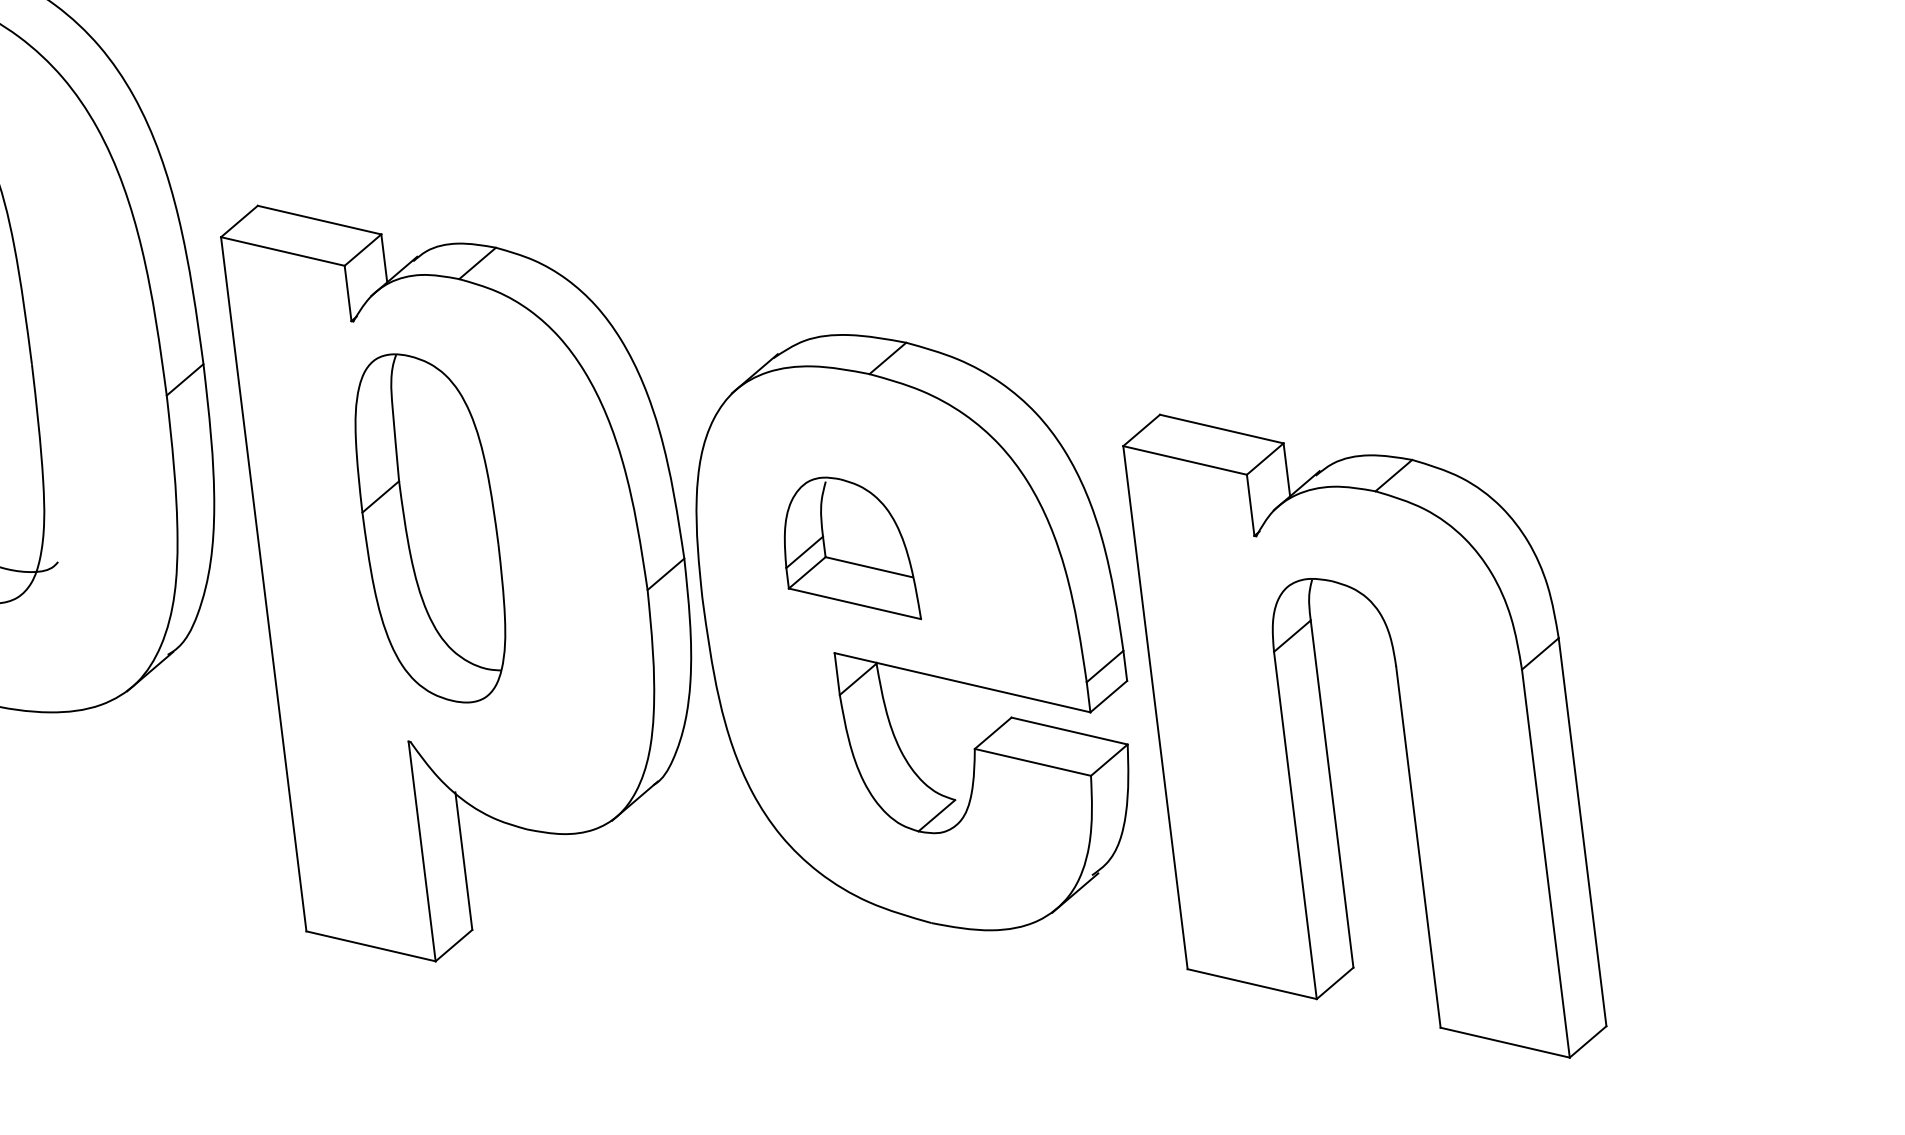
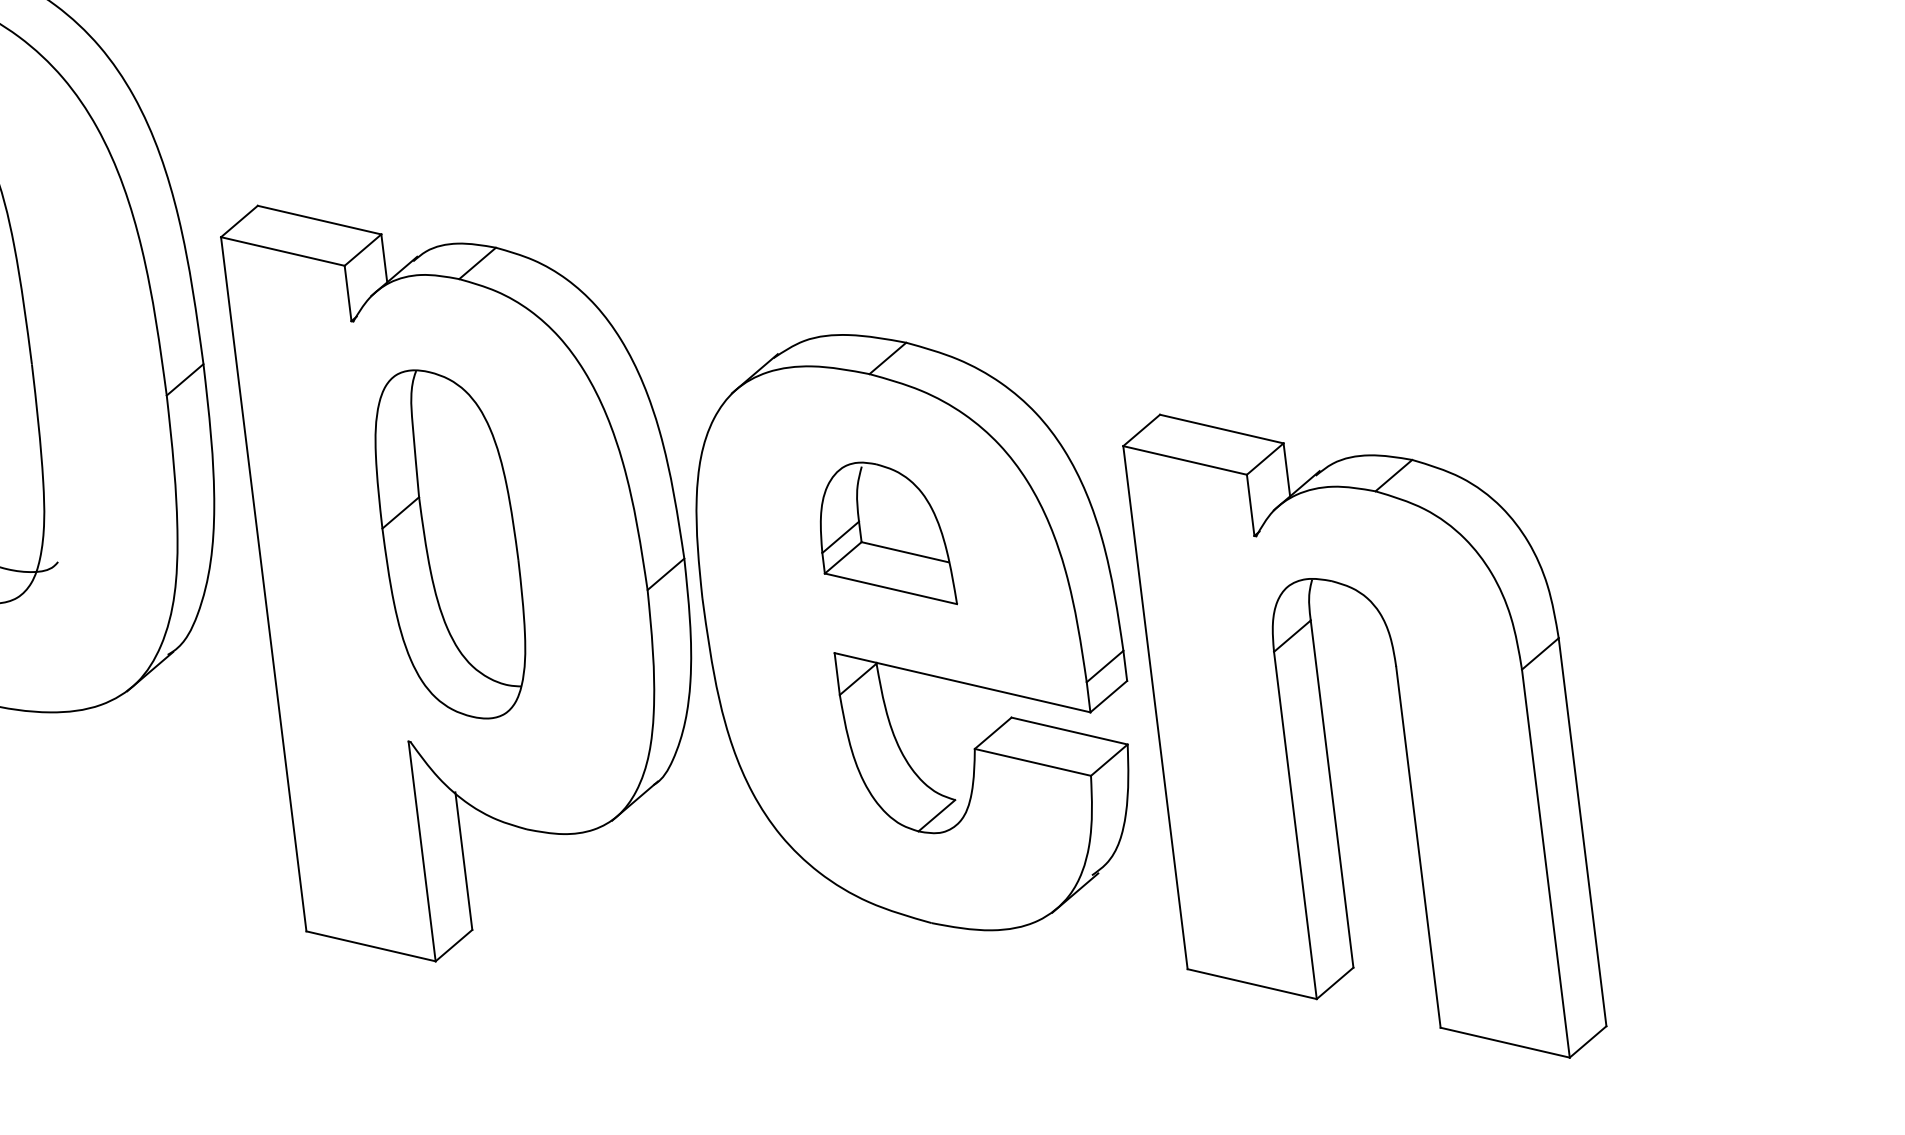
part at (430, 528) position: (430, 528) -> (450, 544)
part at (852, 548) position: (852, 548) -> (888, 533)
